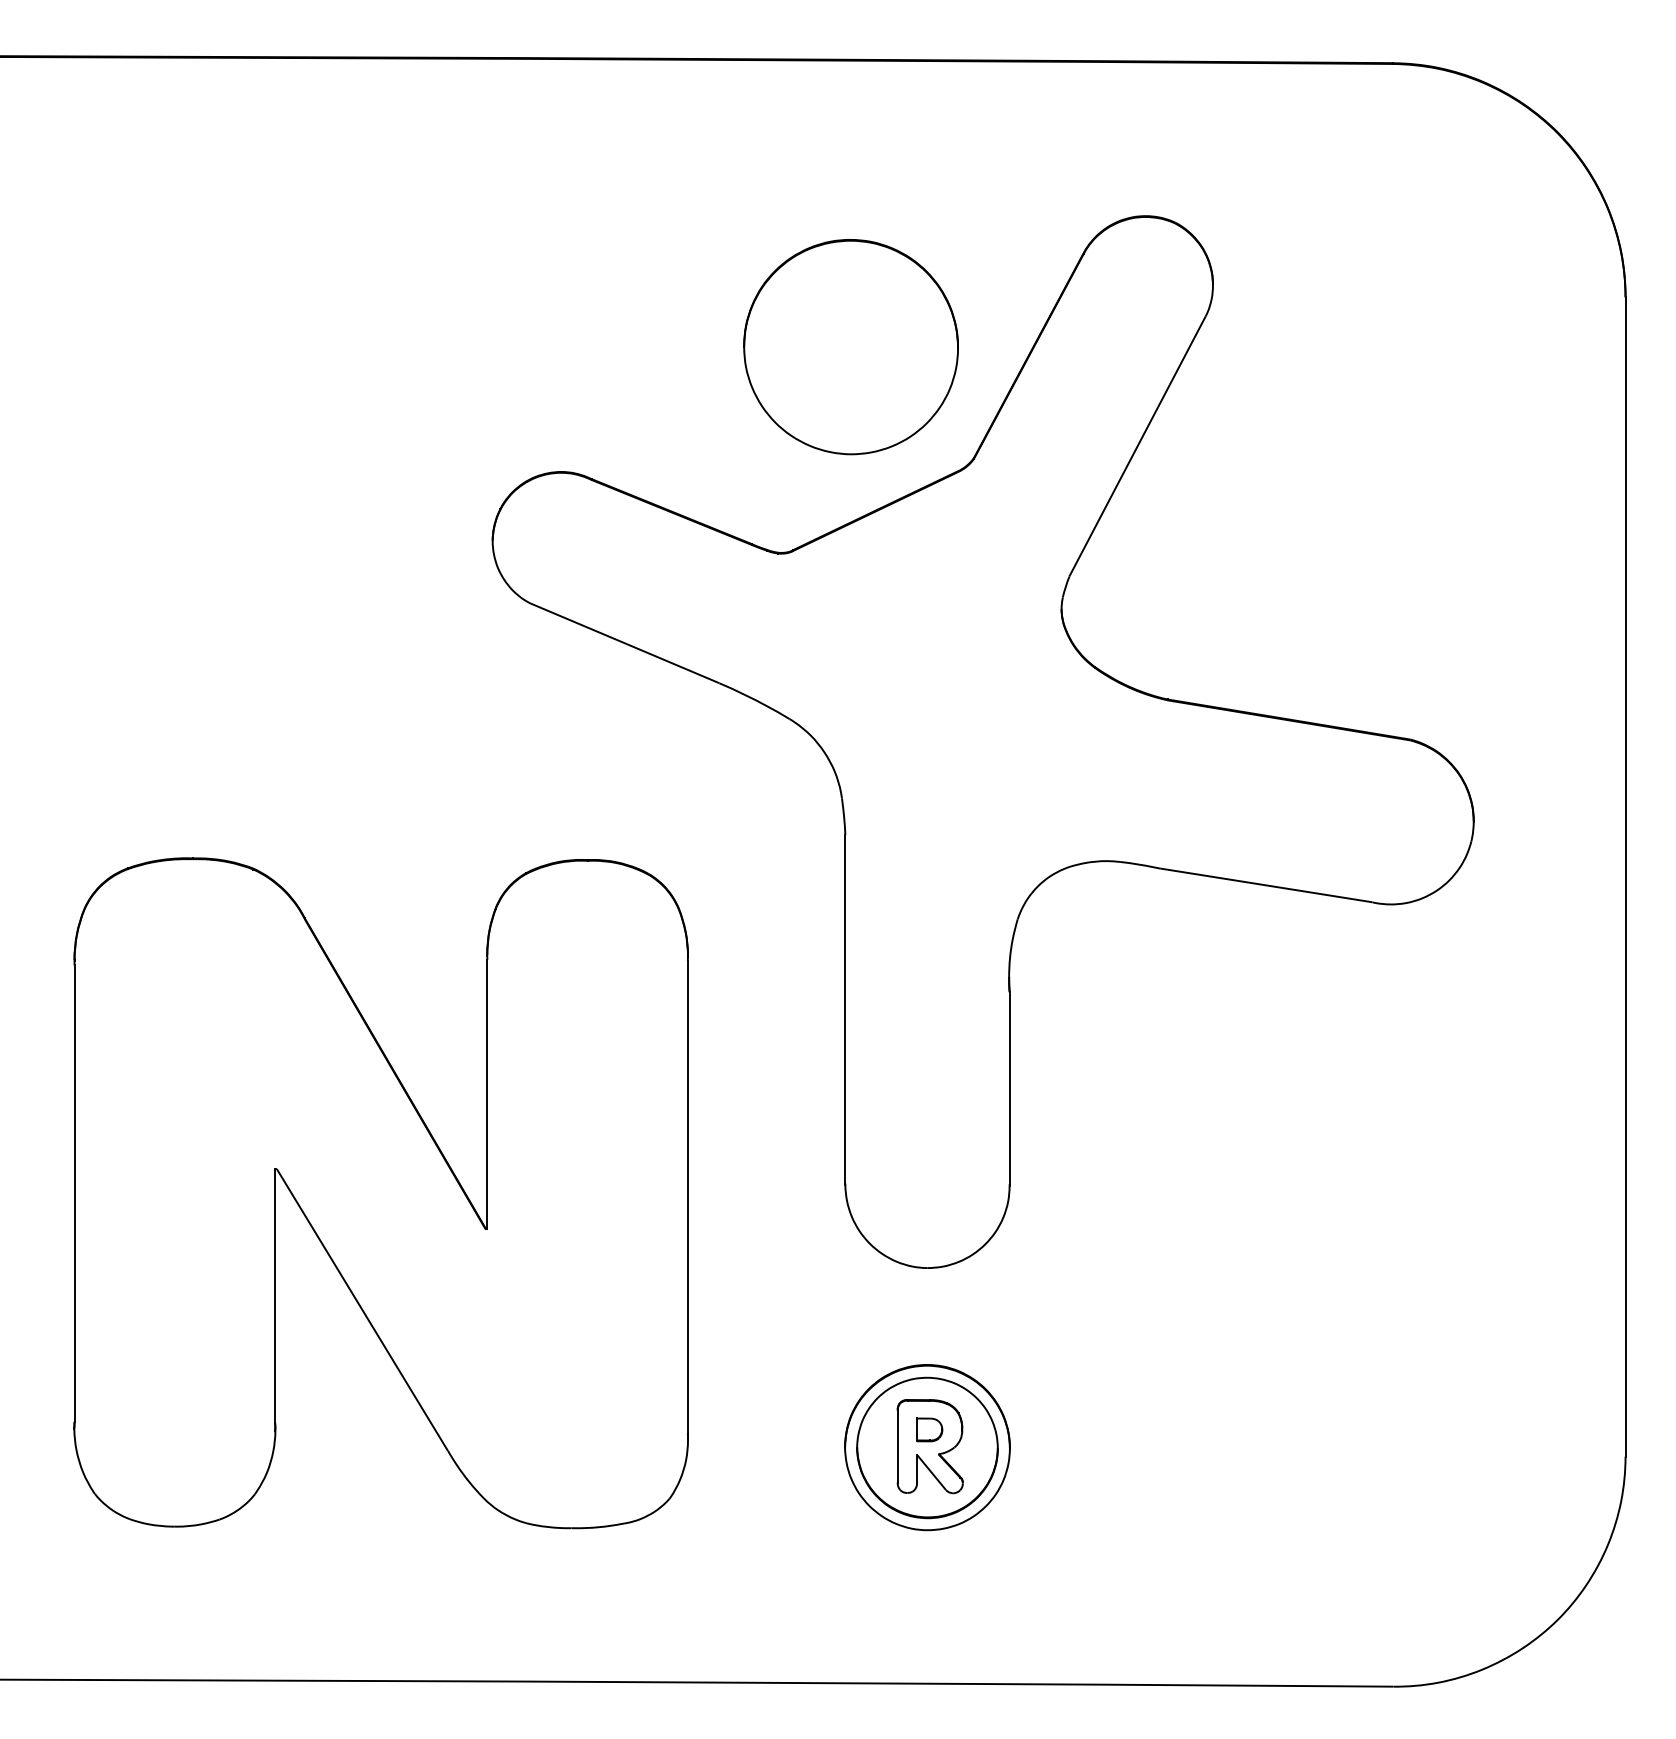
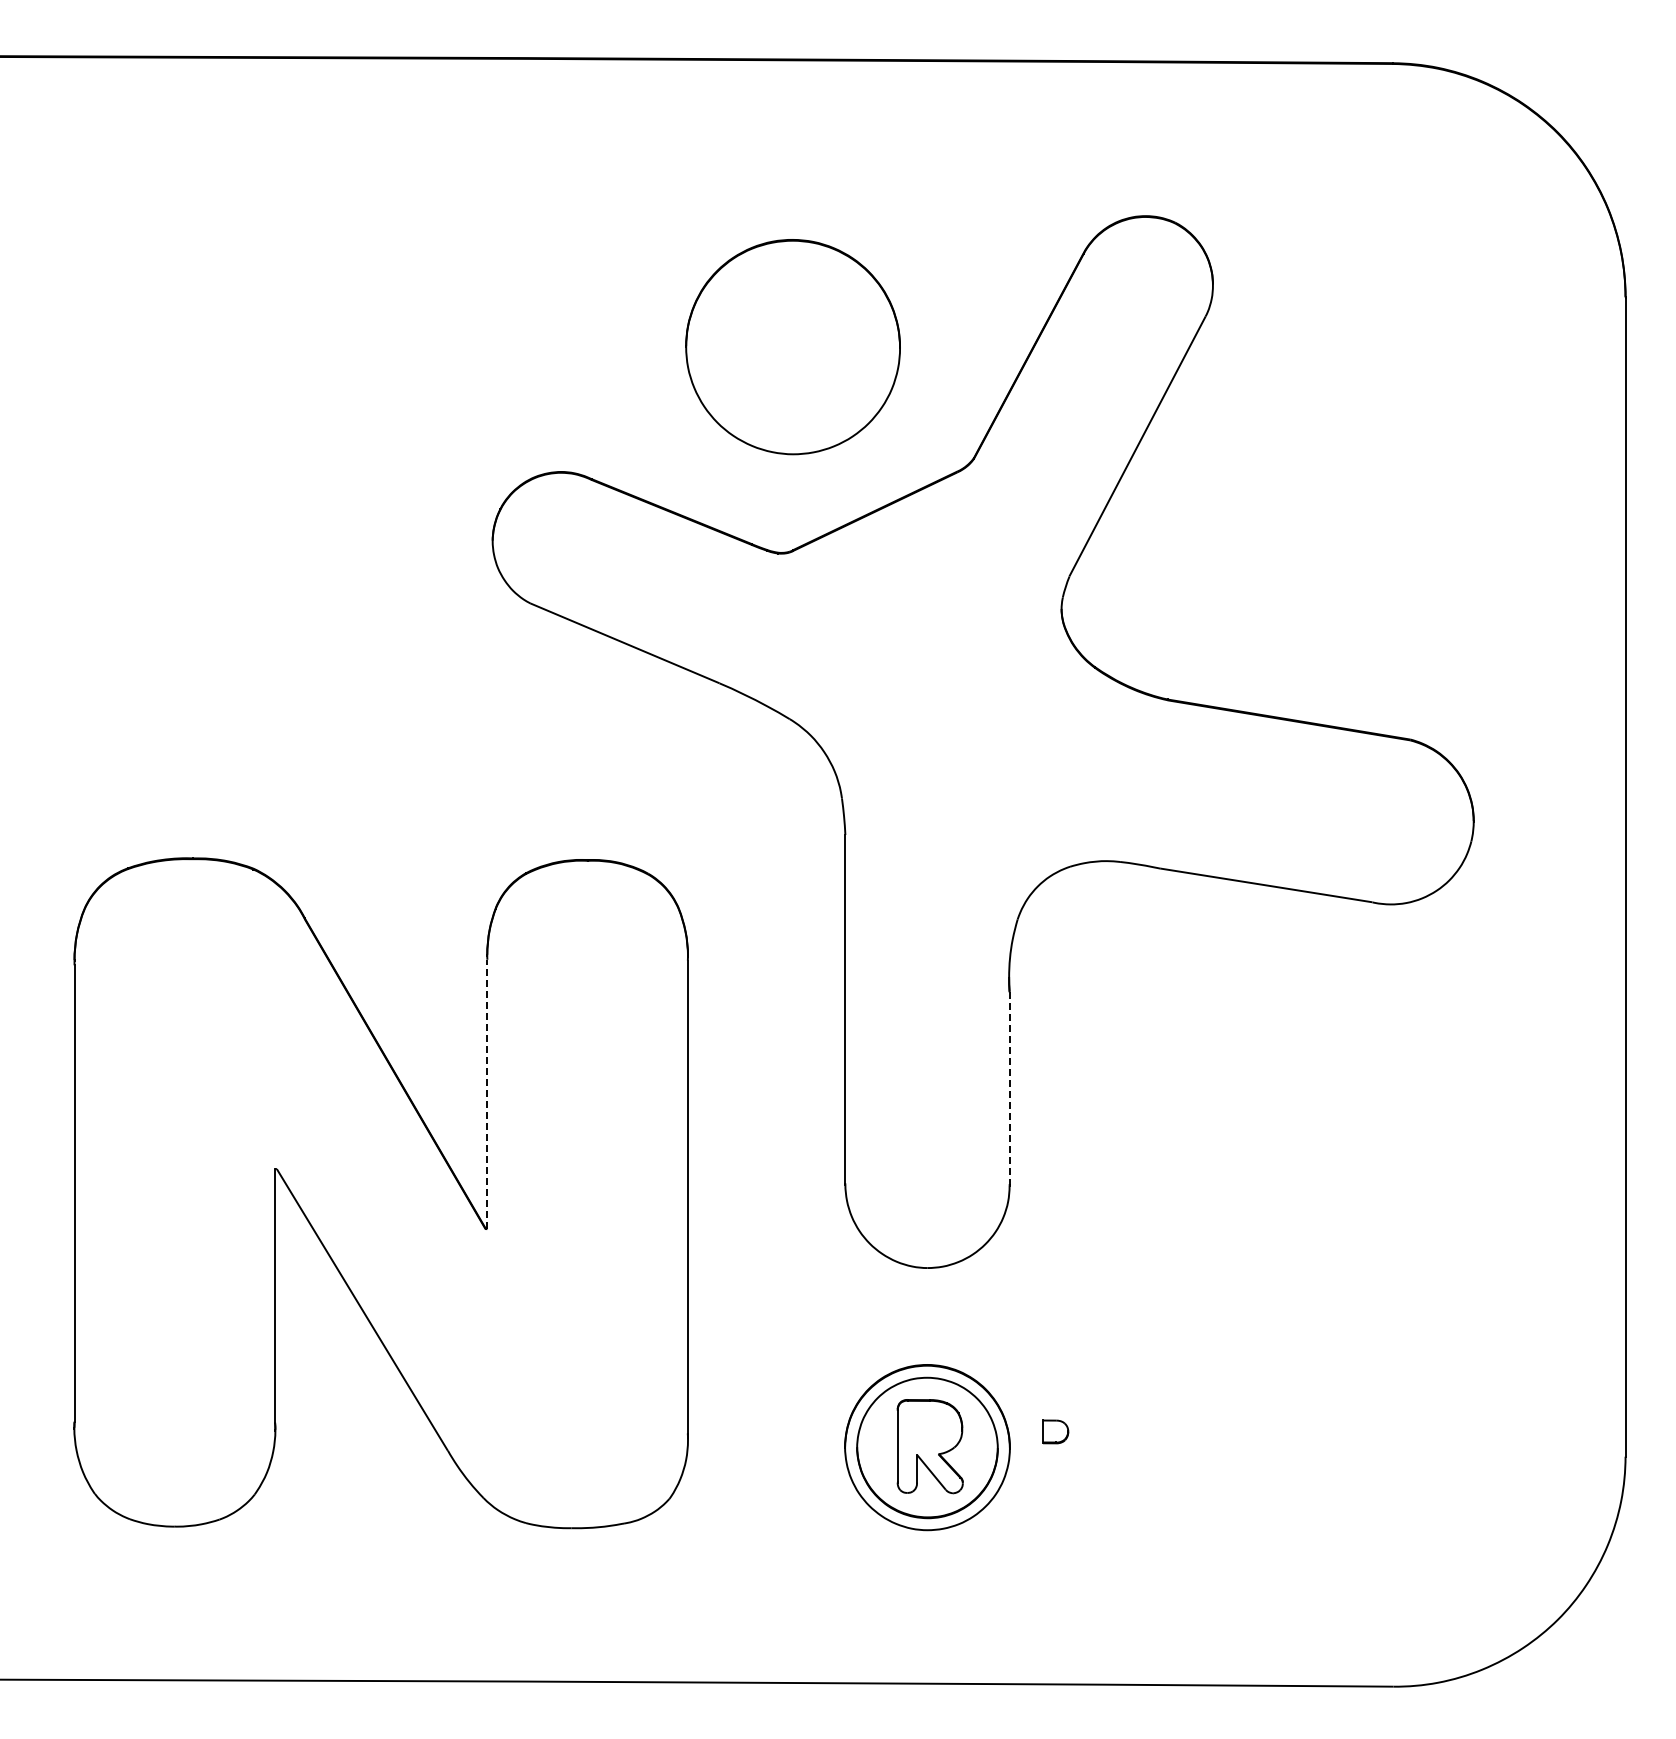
part at (850, 347) position: (850, 347) -> (792, 347)
line at (1009, 1088): solid -> dashed
line at (487, 1094): solid -> dashed
part at (929, 1429) position: (929, 1429) -> (1055, 1431)
